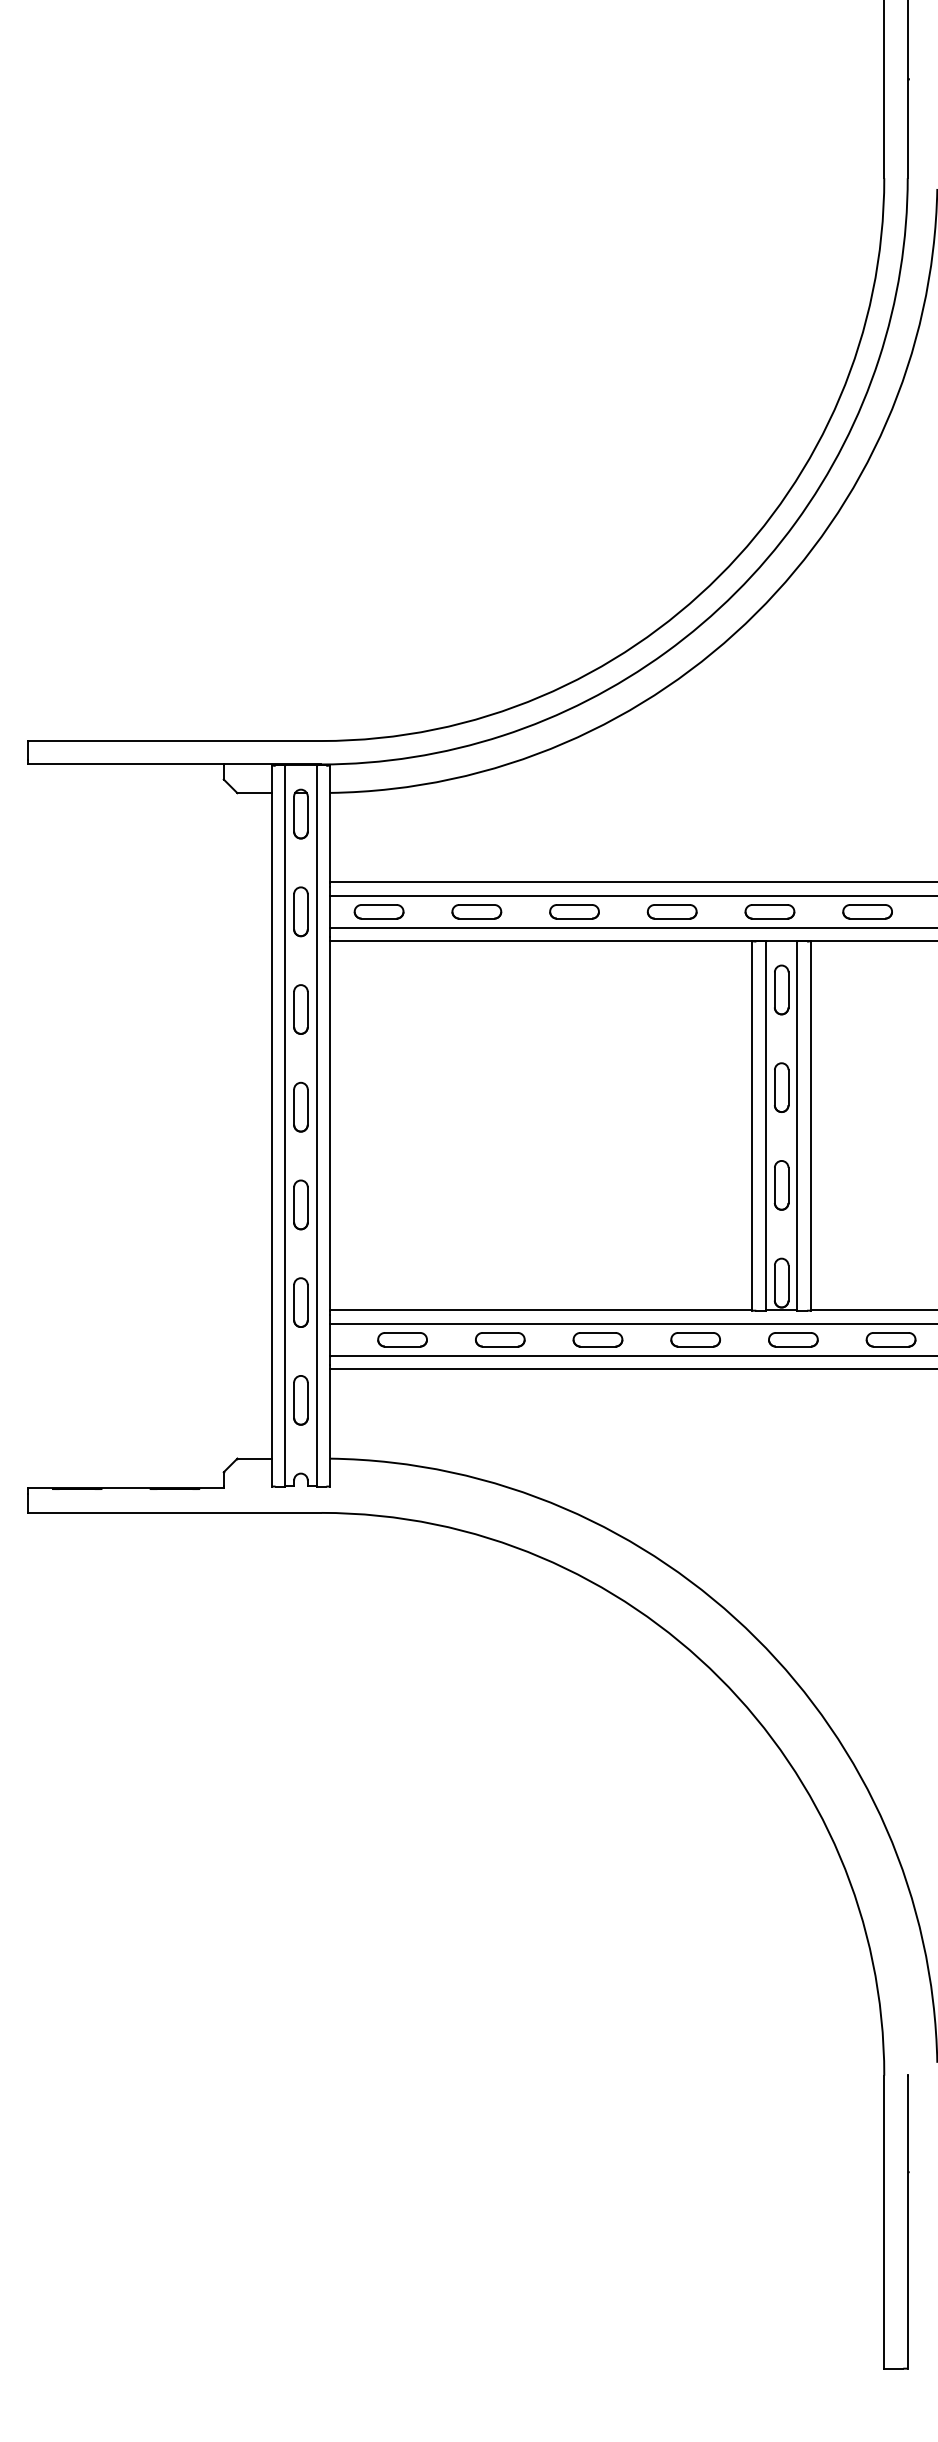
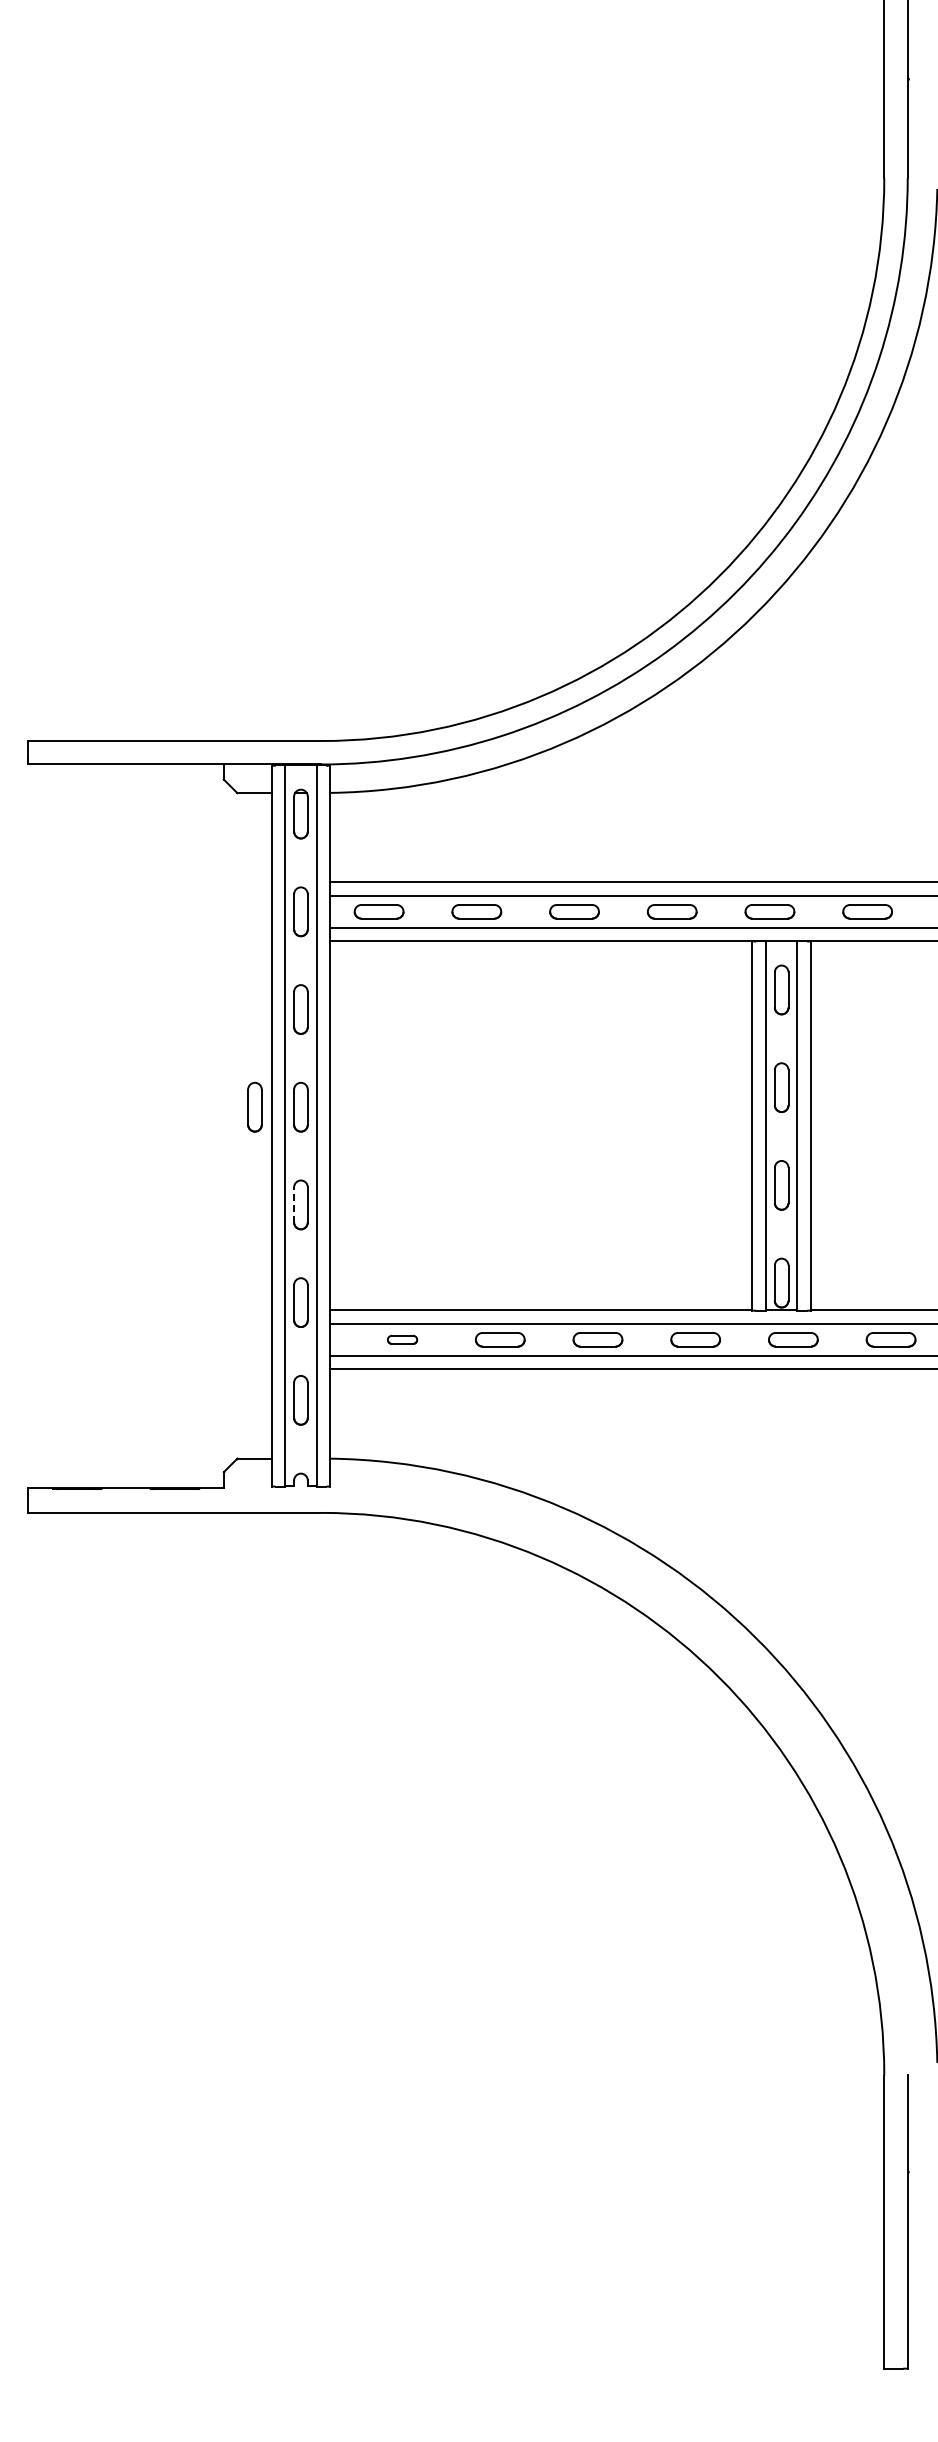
part at (254, 1106): none -> present
line at (294, 1204): solid -> dashed
part at (402, 1339) size: 51x16 px -> 32x11 px
